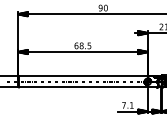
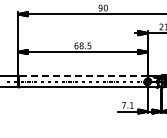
line at (82, 76): solid -> dashed
